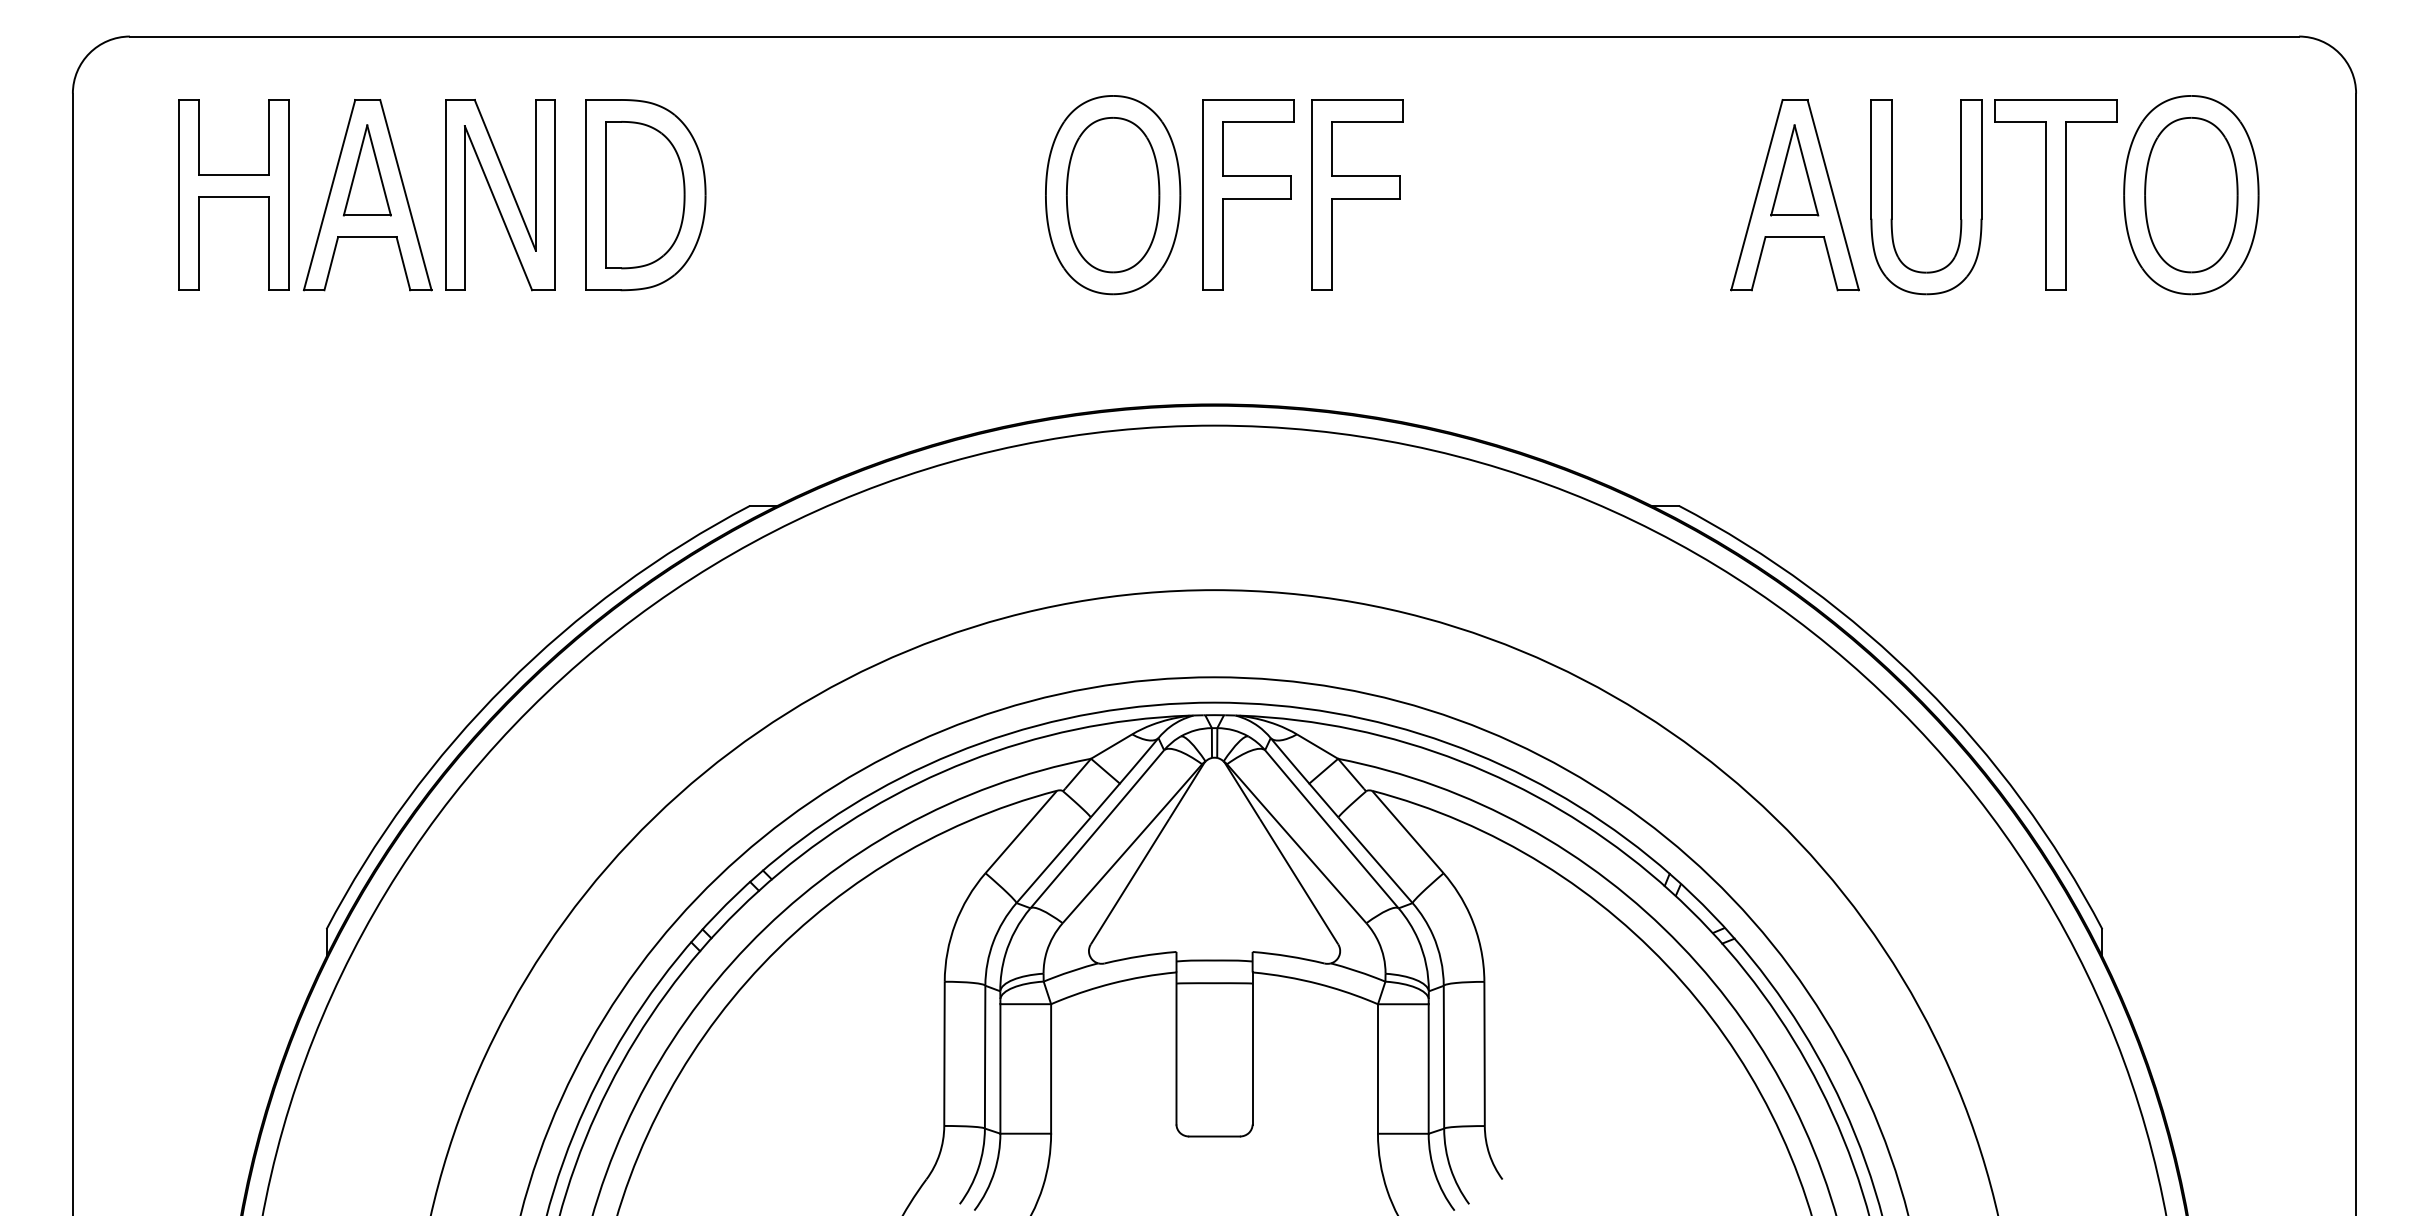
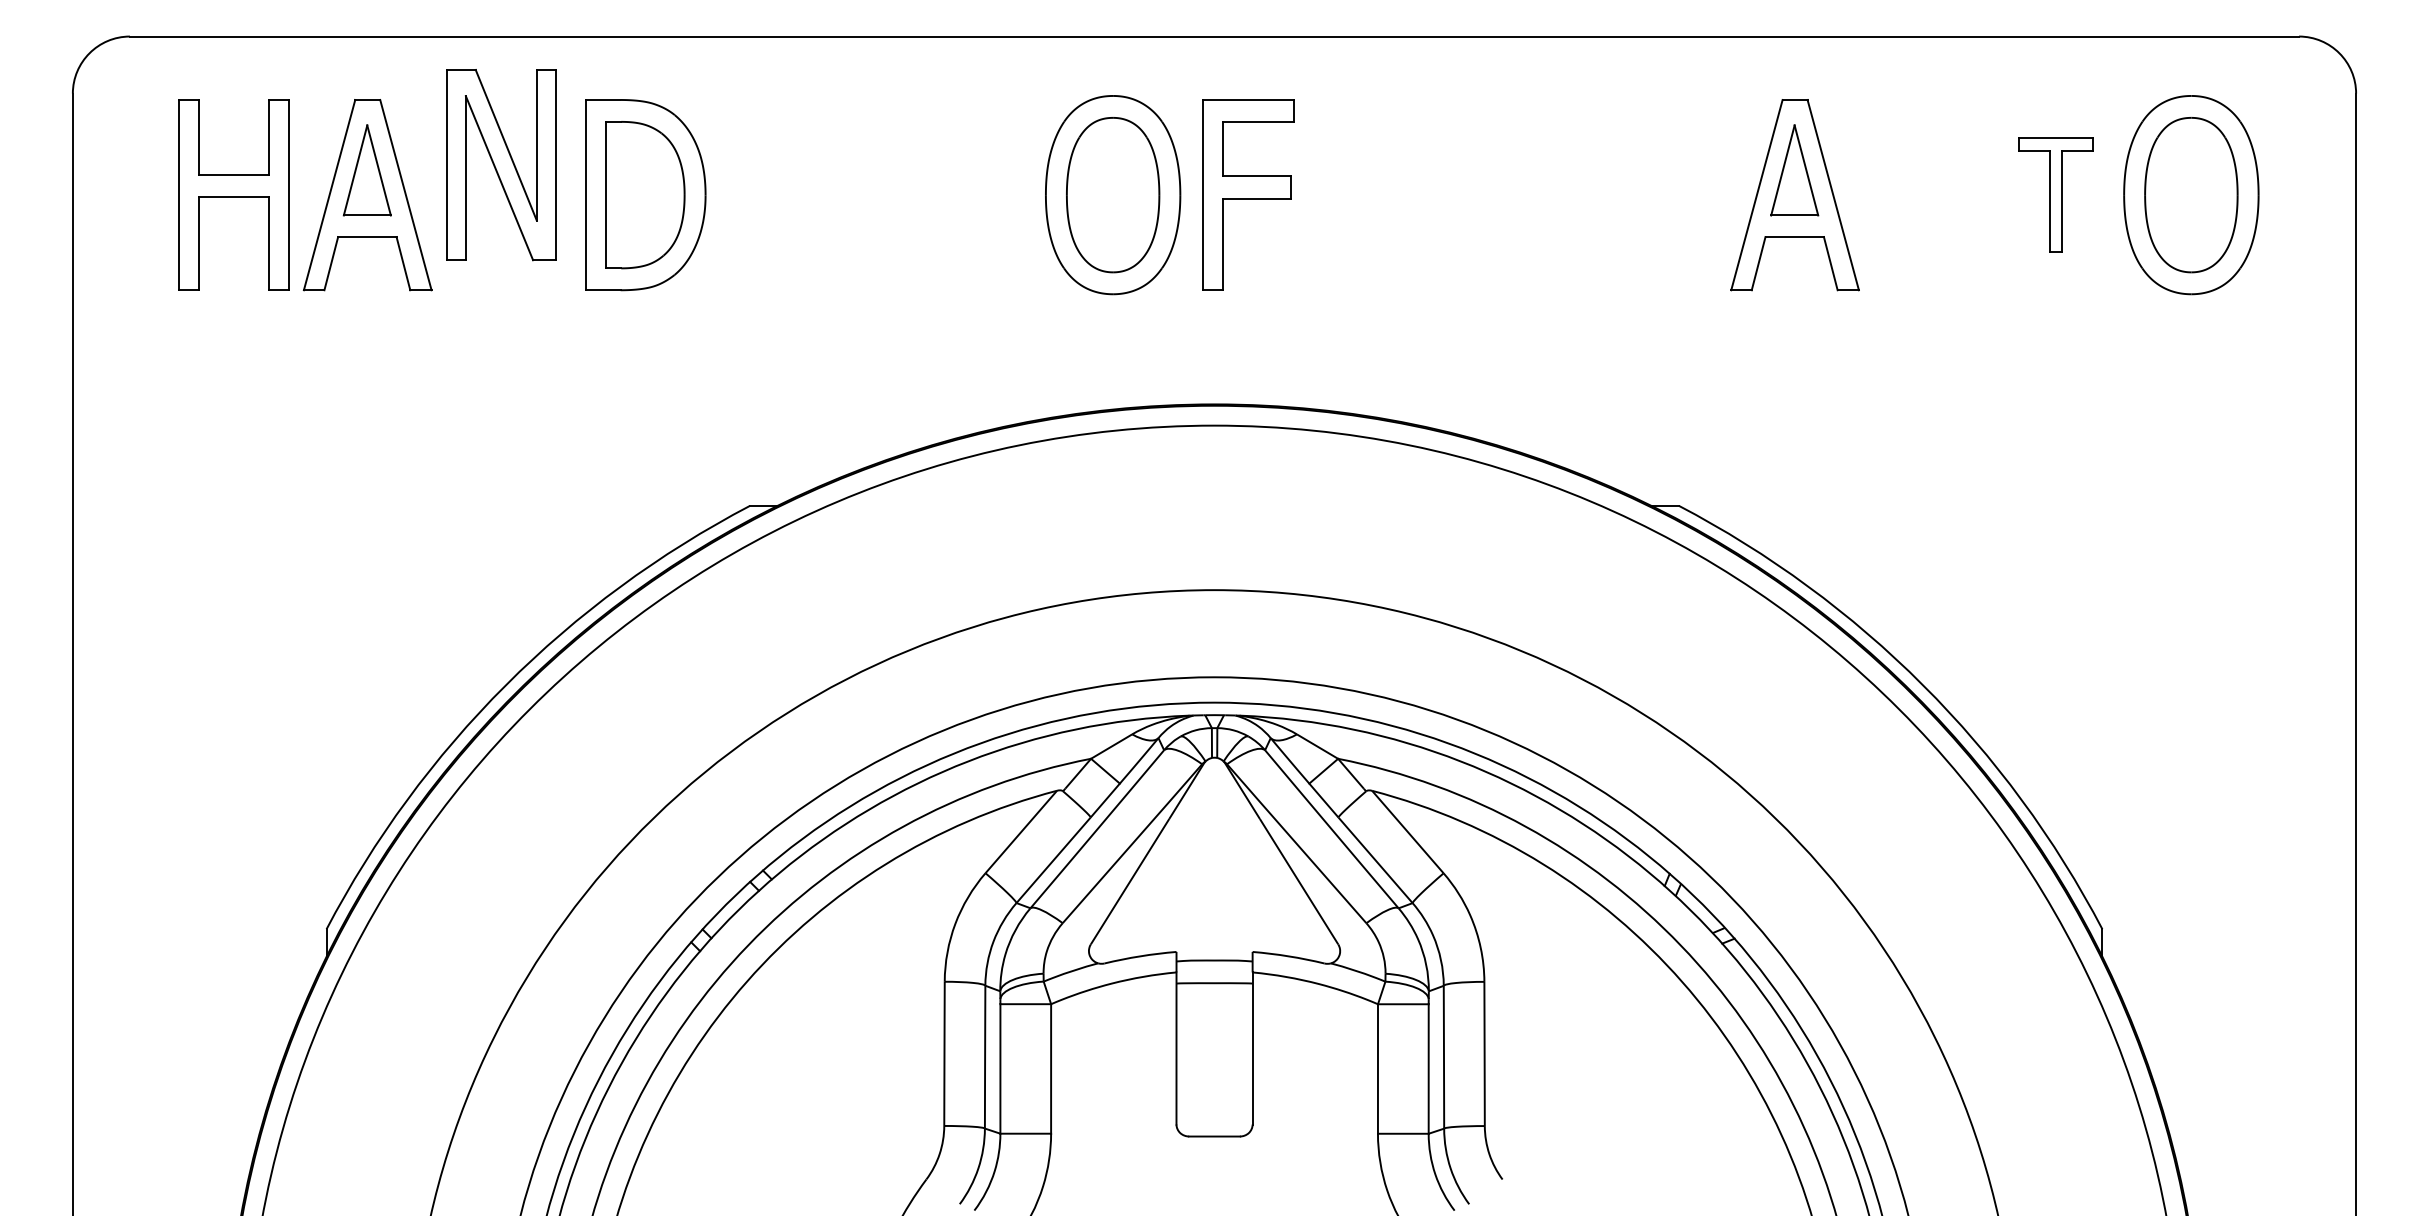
part at (1357, 194): present -> none
part at (2055, 194) size: 124x192 px -> 76x116 px
part at (500, 195) position: (500, 195) -> (501, 165)
part at (1892, 197): present -> none
